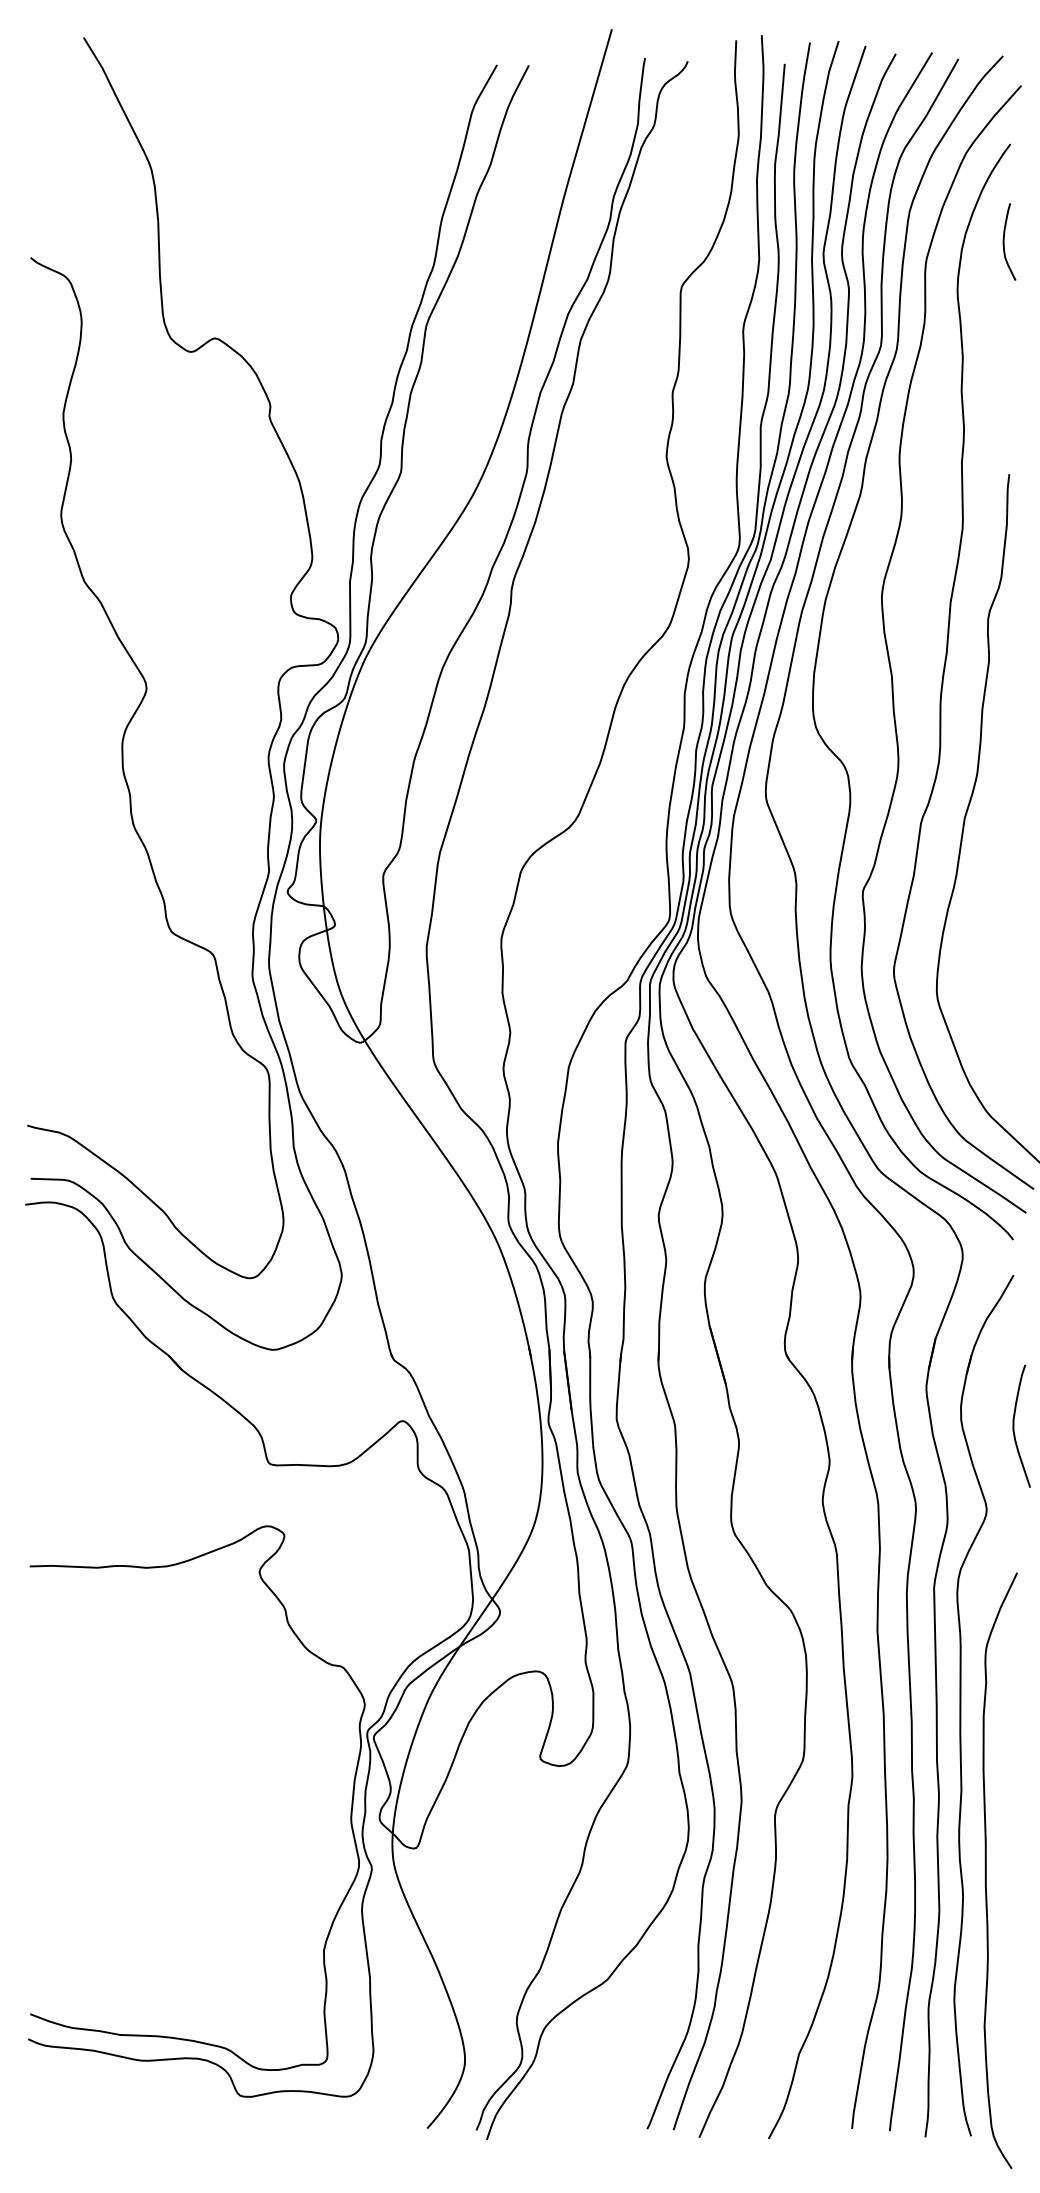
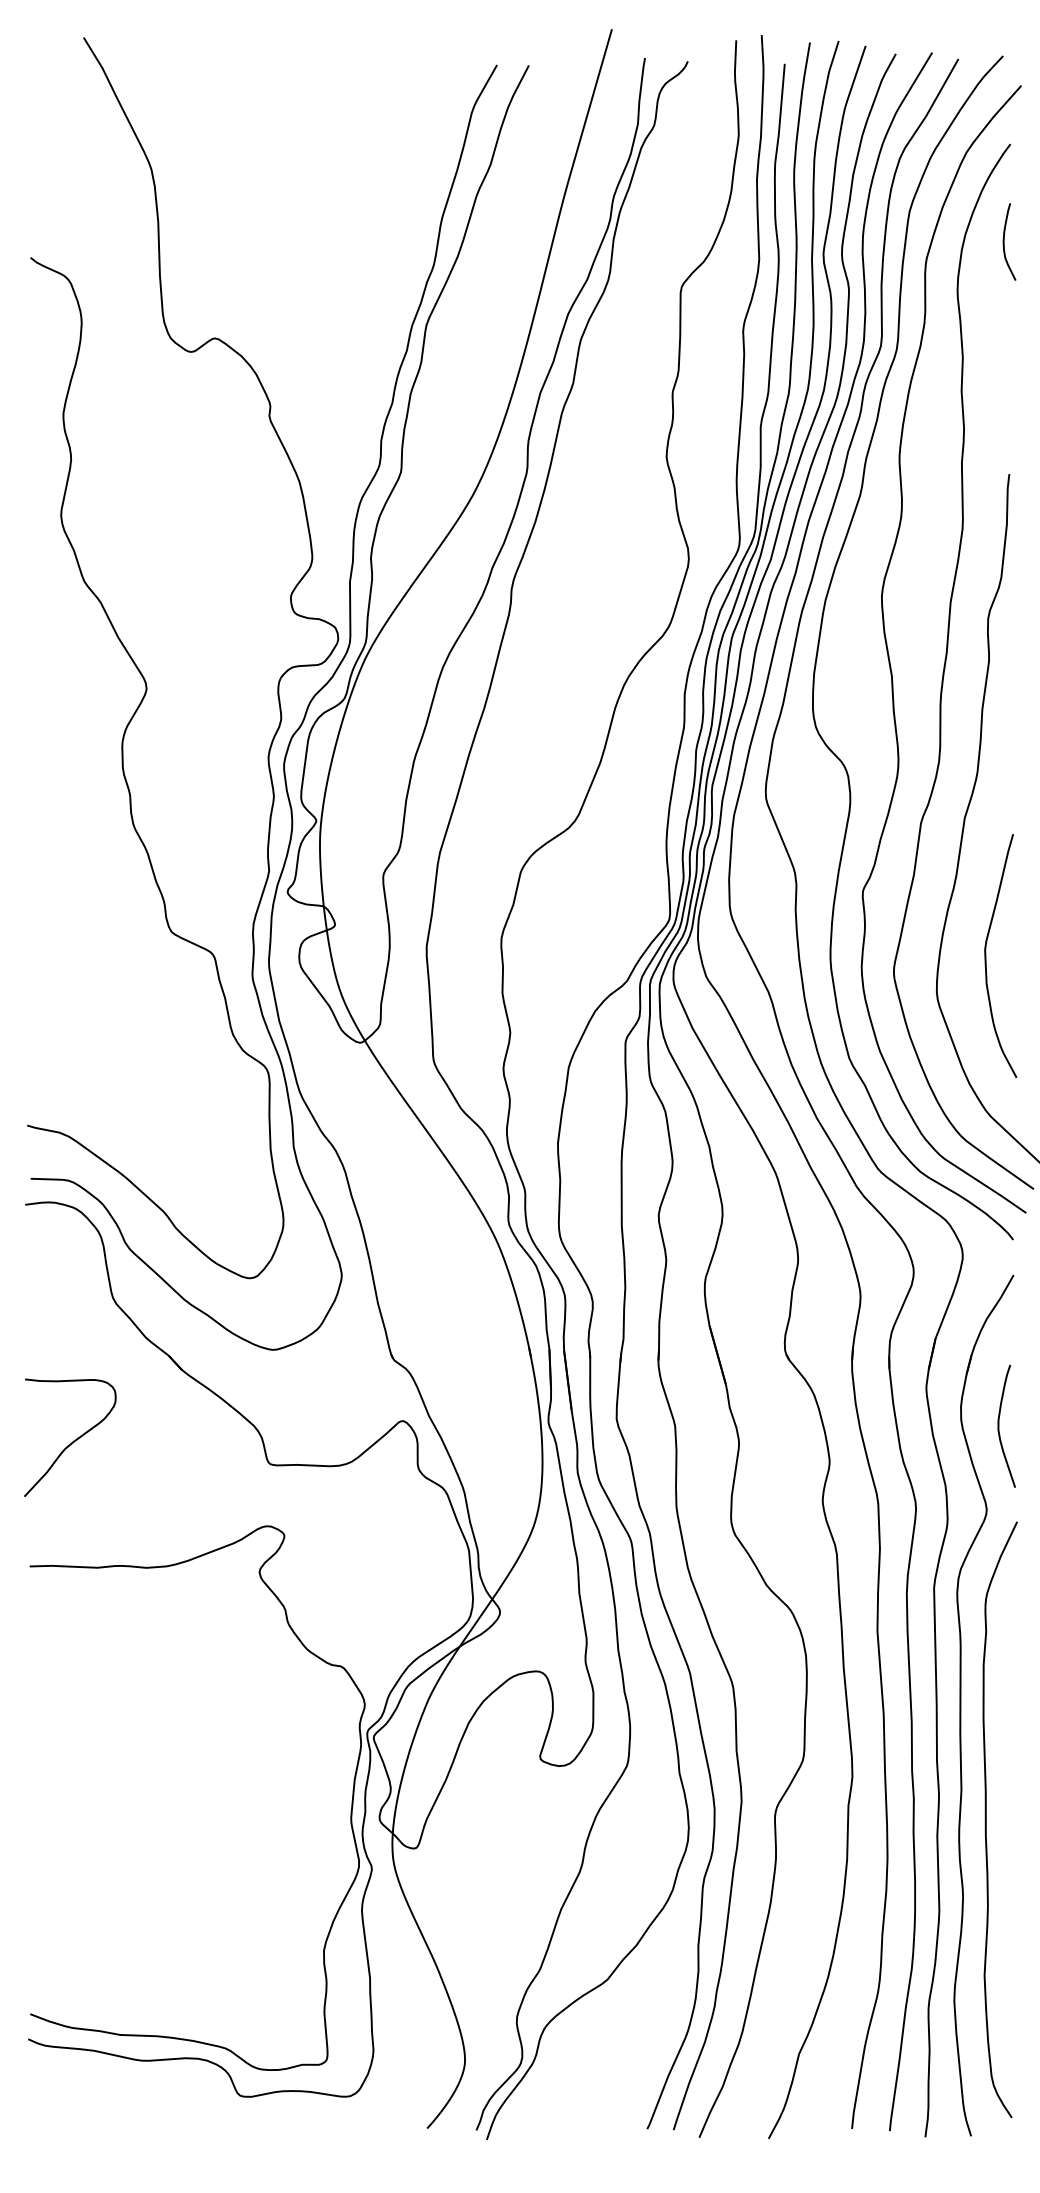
curve at (986, 955): none -> present
curve at (1014, 1425) position: (1014, 1425) -> (999, 1425)
curve at (73, 1440): none -> present
curve at (986, 1870) position: (986, 1870) -> (986, 1819)
